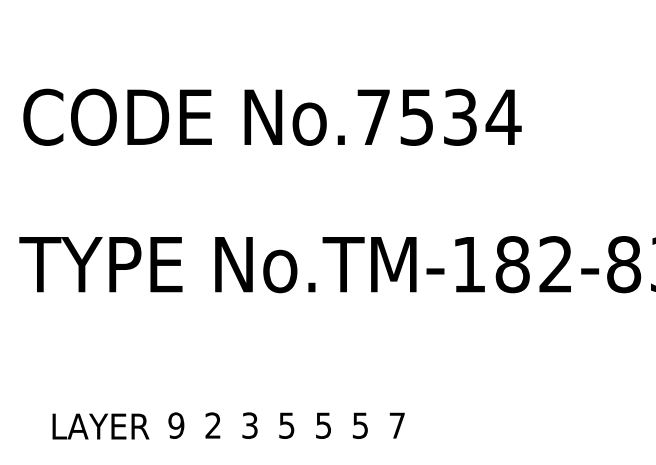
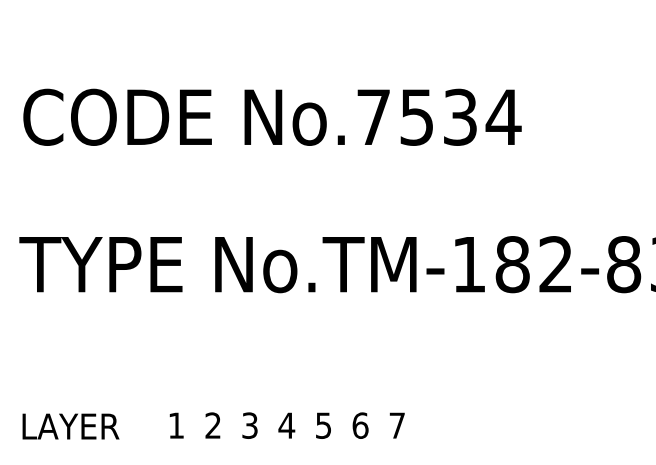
text at (176, 425): 9 -> 1
text at (286, 425): 5 -> 4
text at (360, 425): 5 -> 6
text at (100, 426) position: (100, 426) -> (70, 426)
